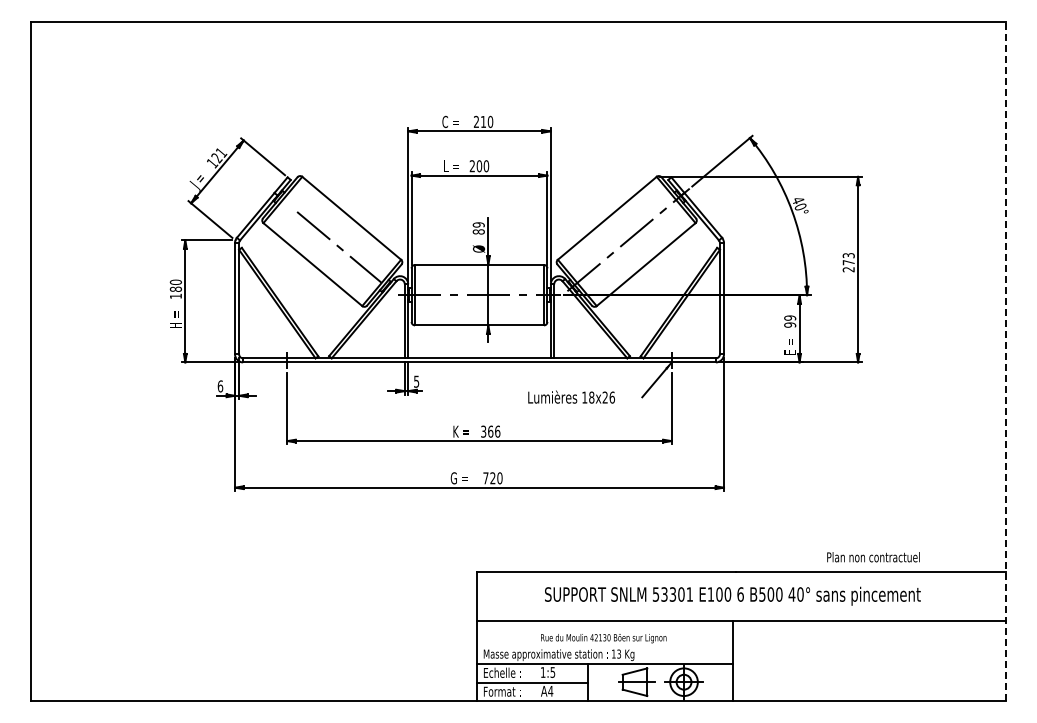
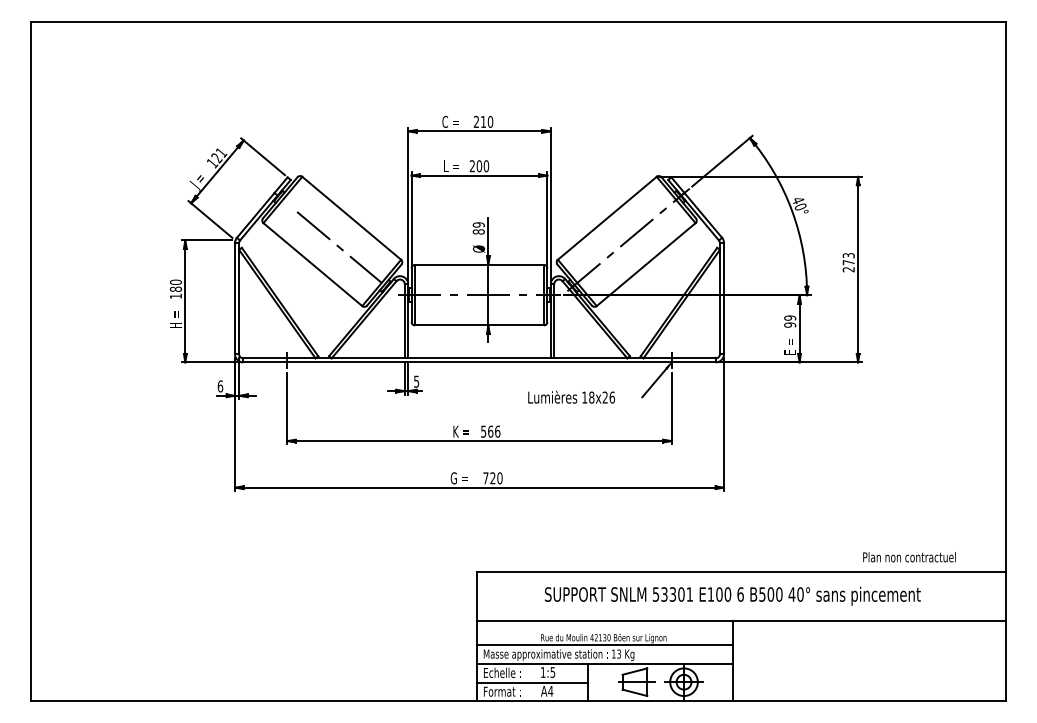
line at (1005, 361): dashed -> solid
text at (483, 430): 366 -> 566
text at (873, 557) position: (873, 557) -> (909, 557)
line at (605, 645): none -> present
